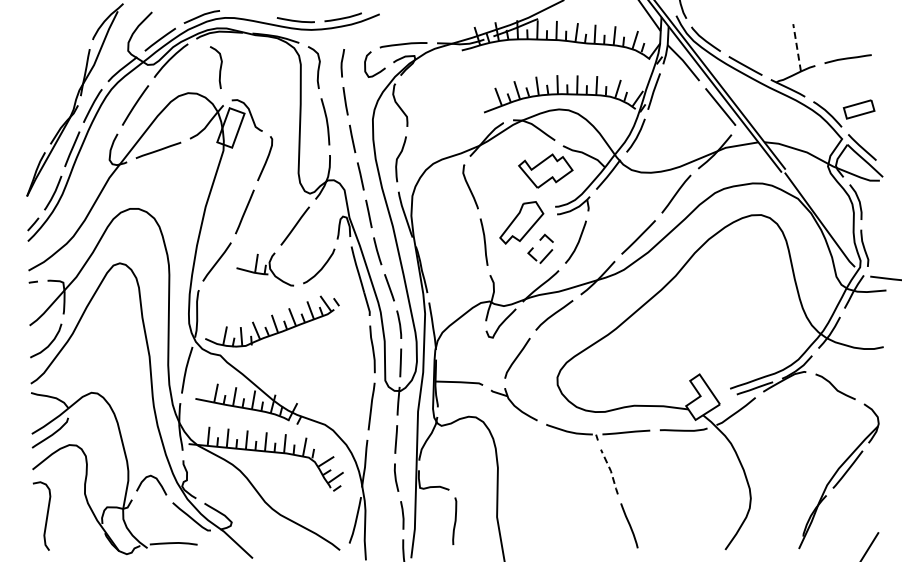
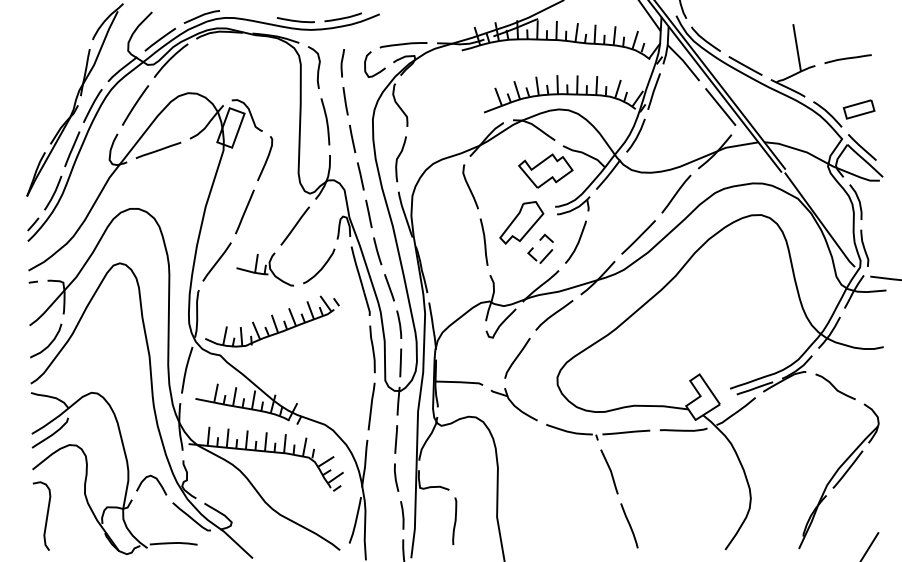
line at (797, 47): dashed -> solid
curve at (219, 68): present -> none
line at (610, 471): dashed -> solid
